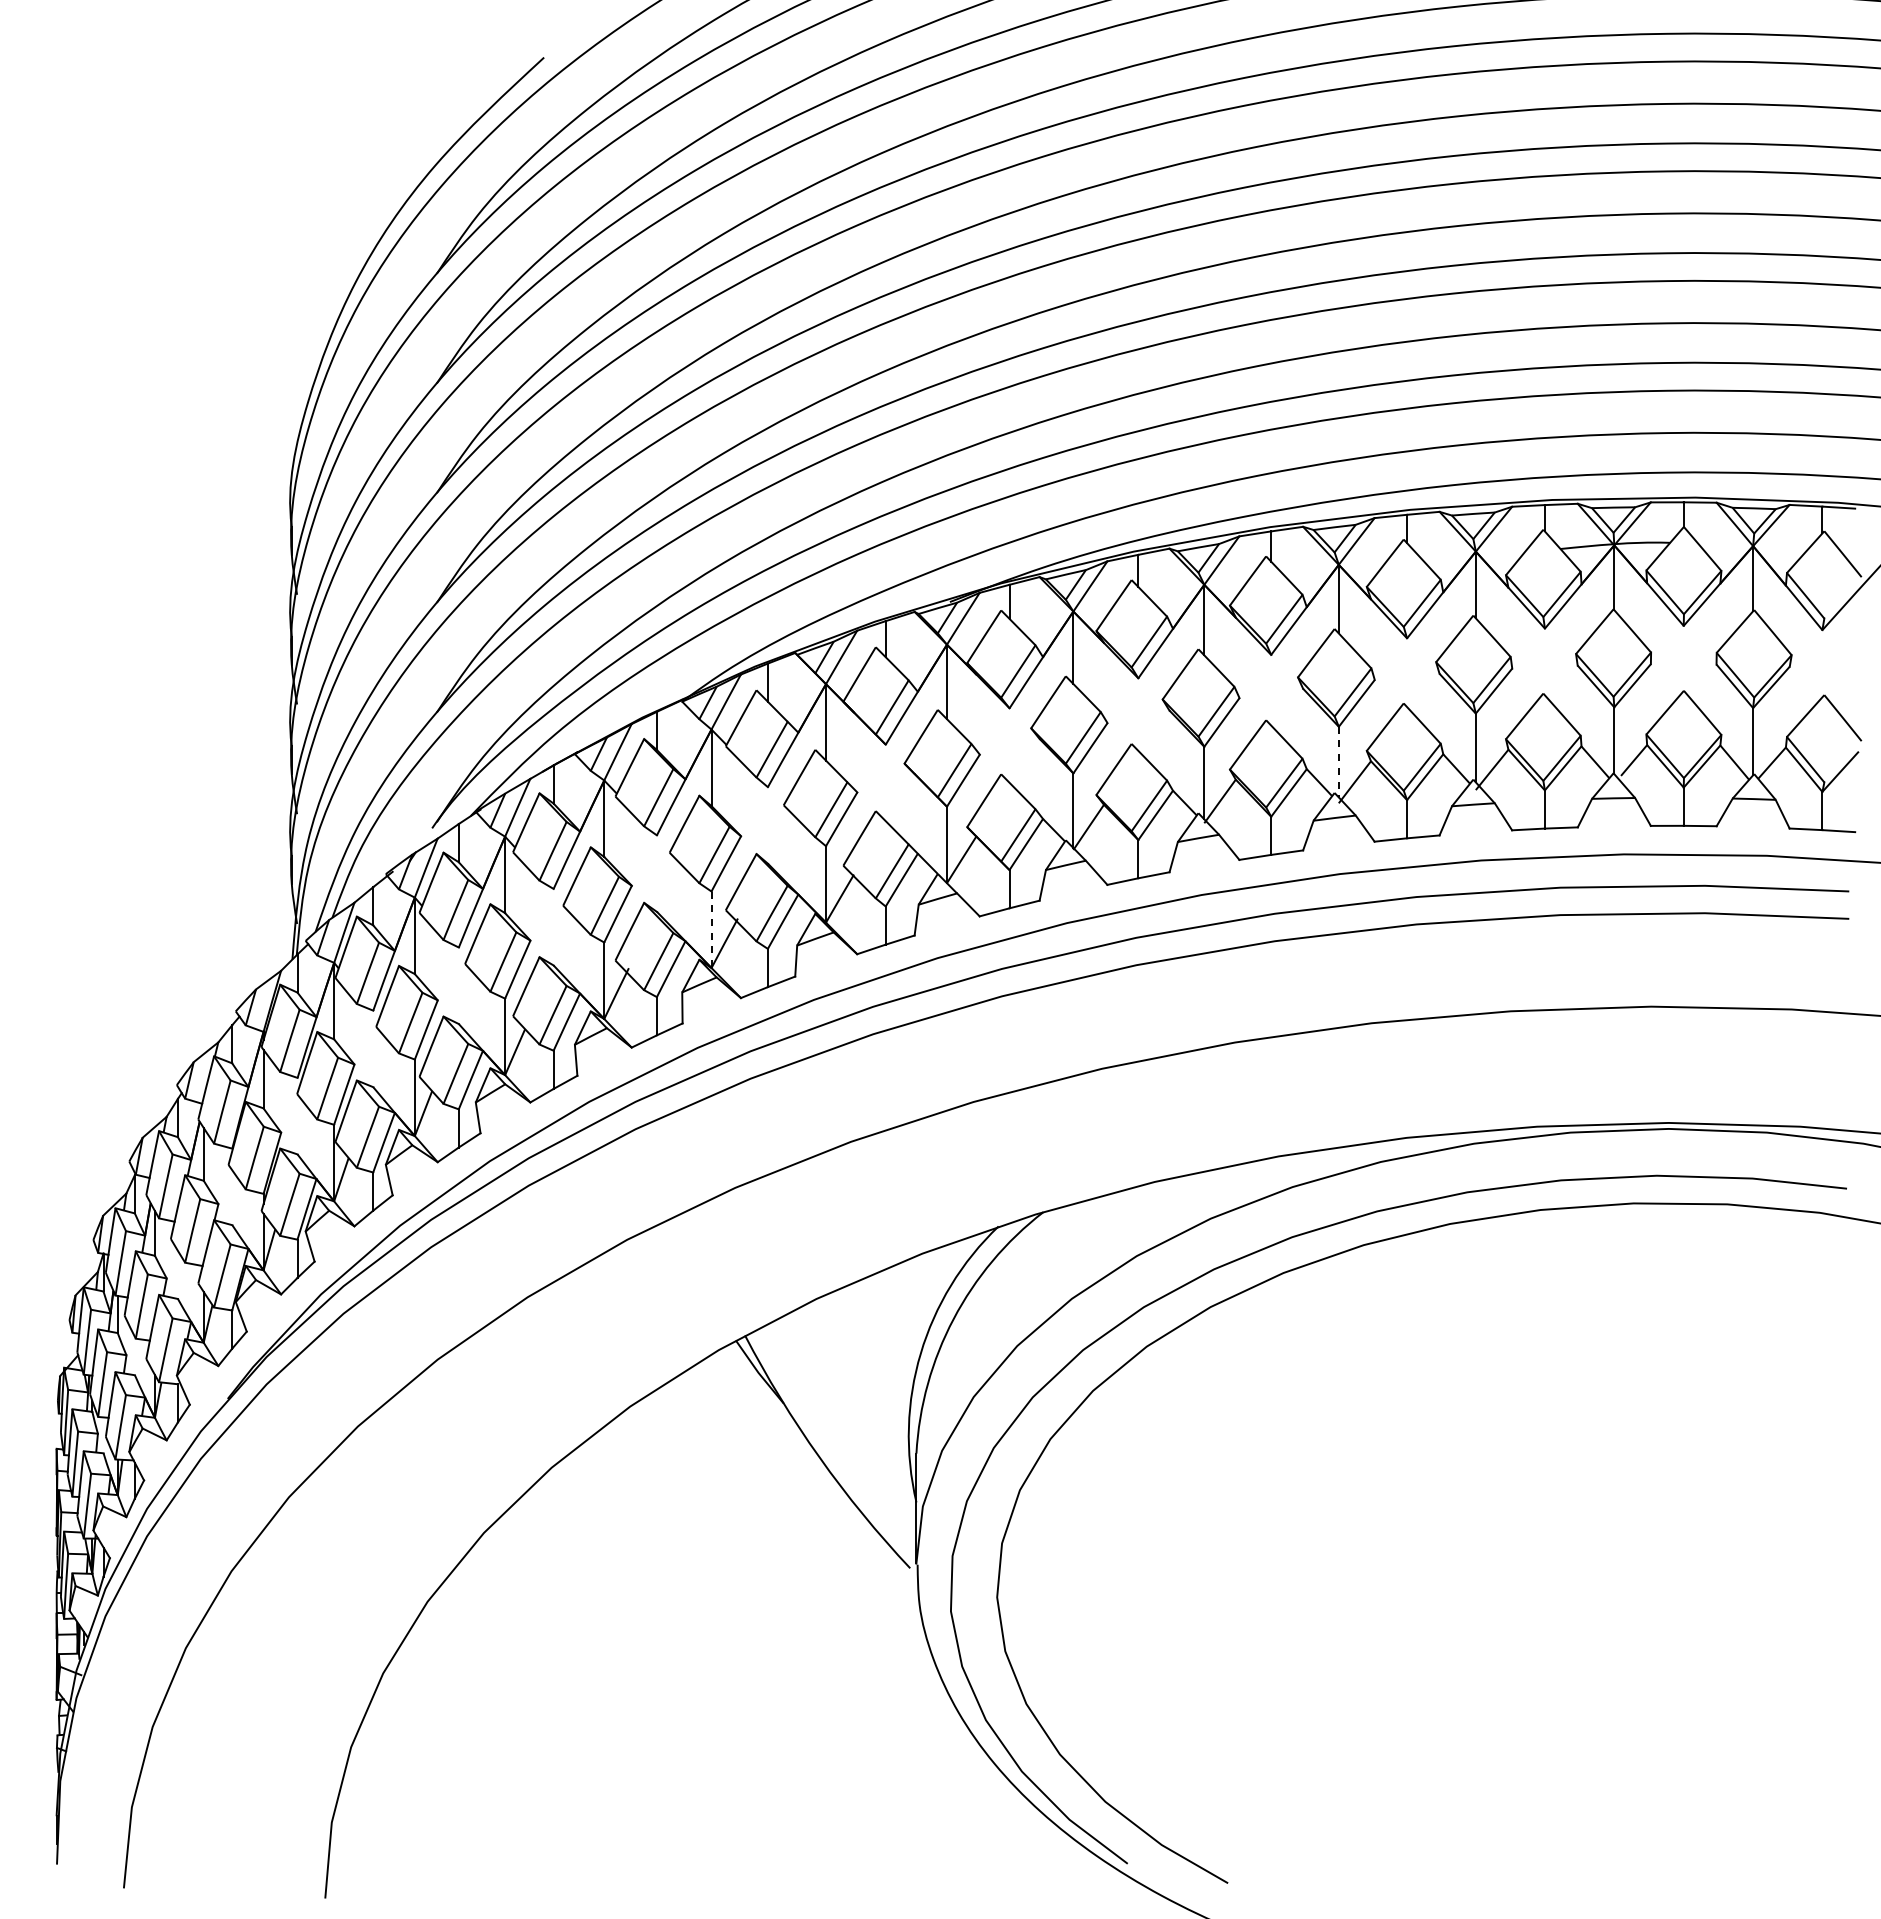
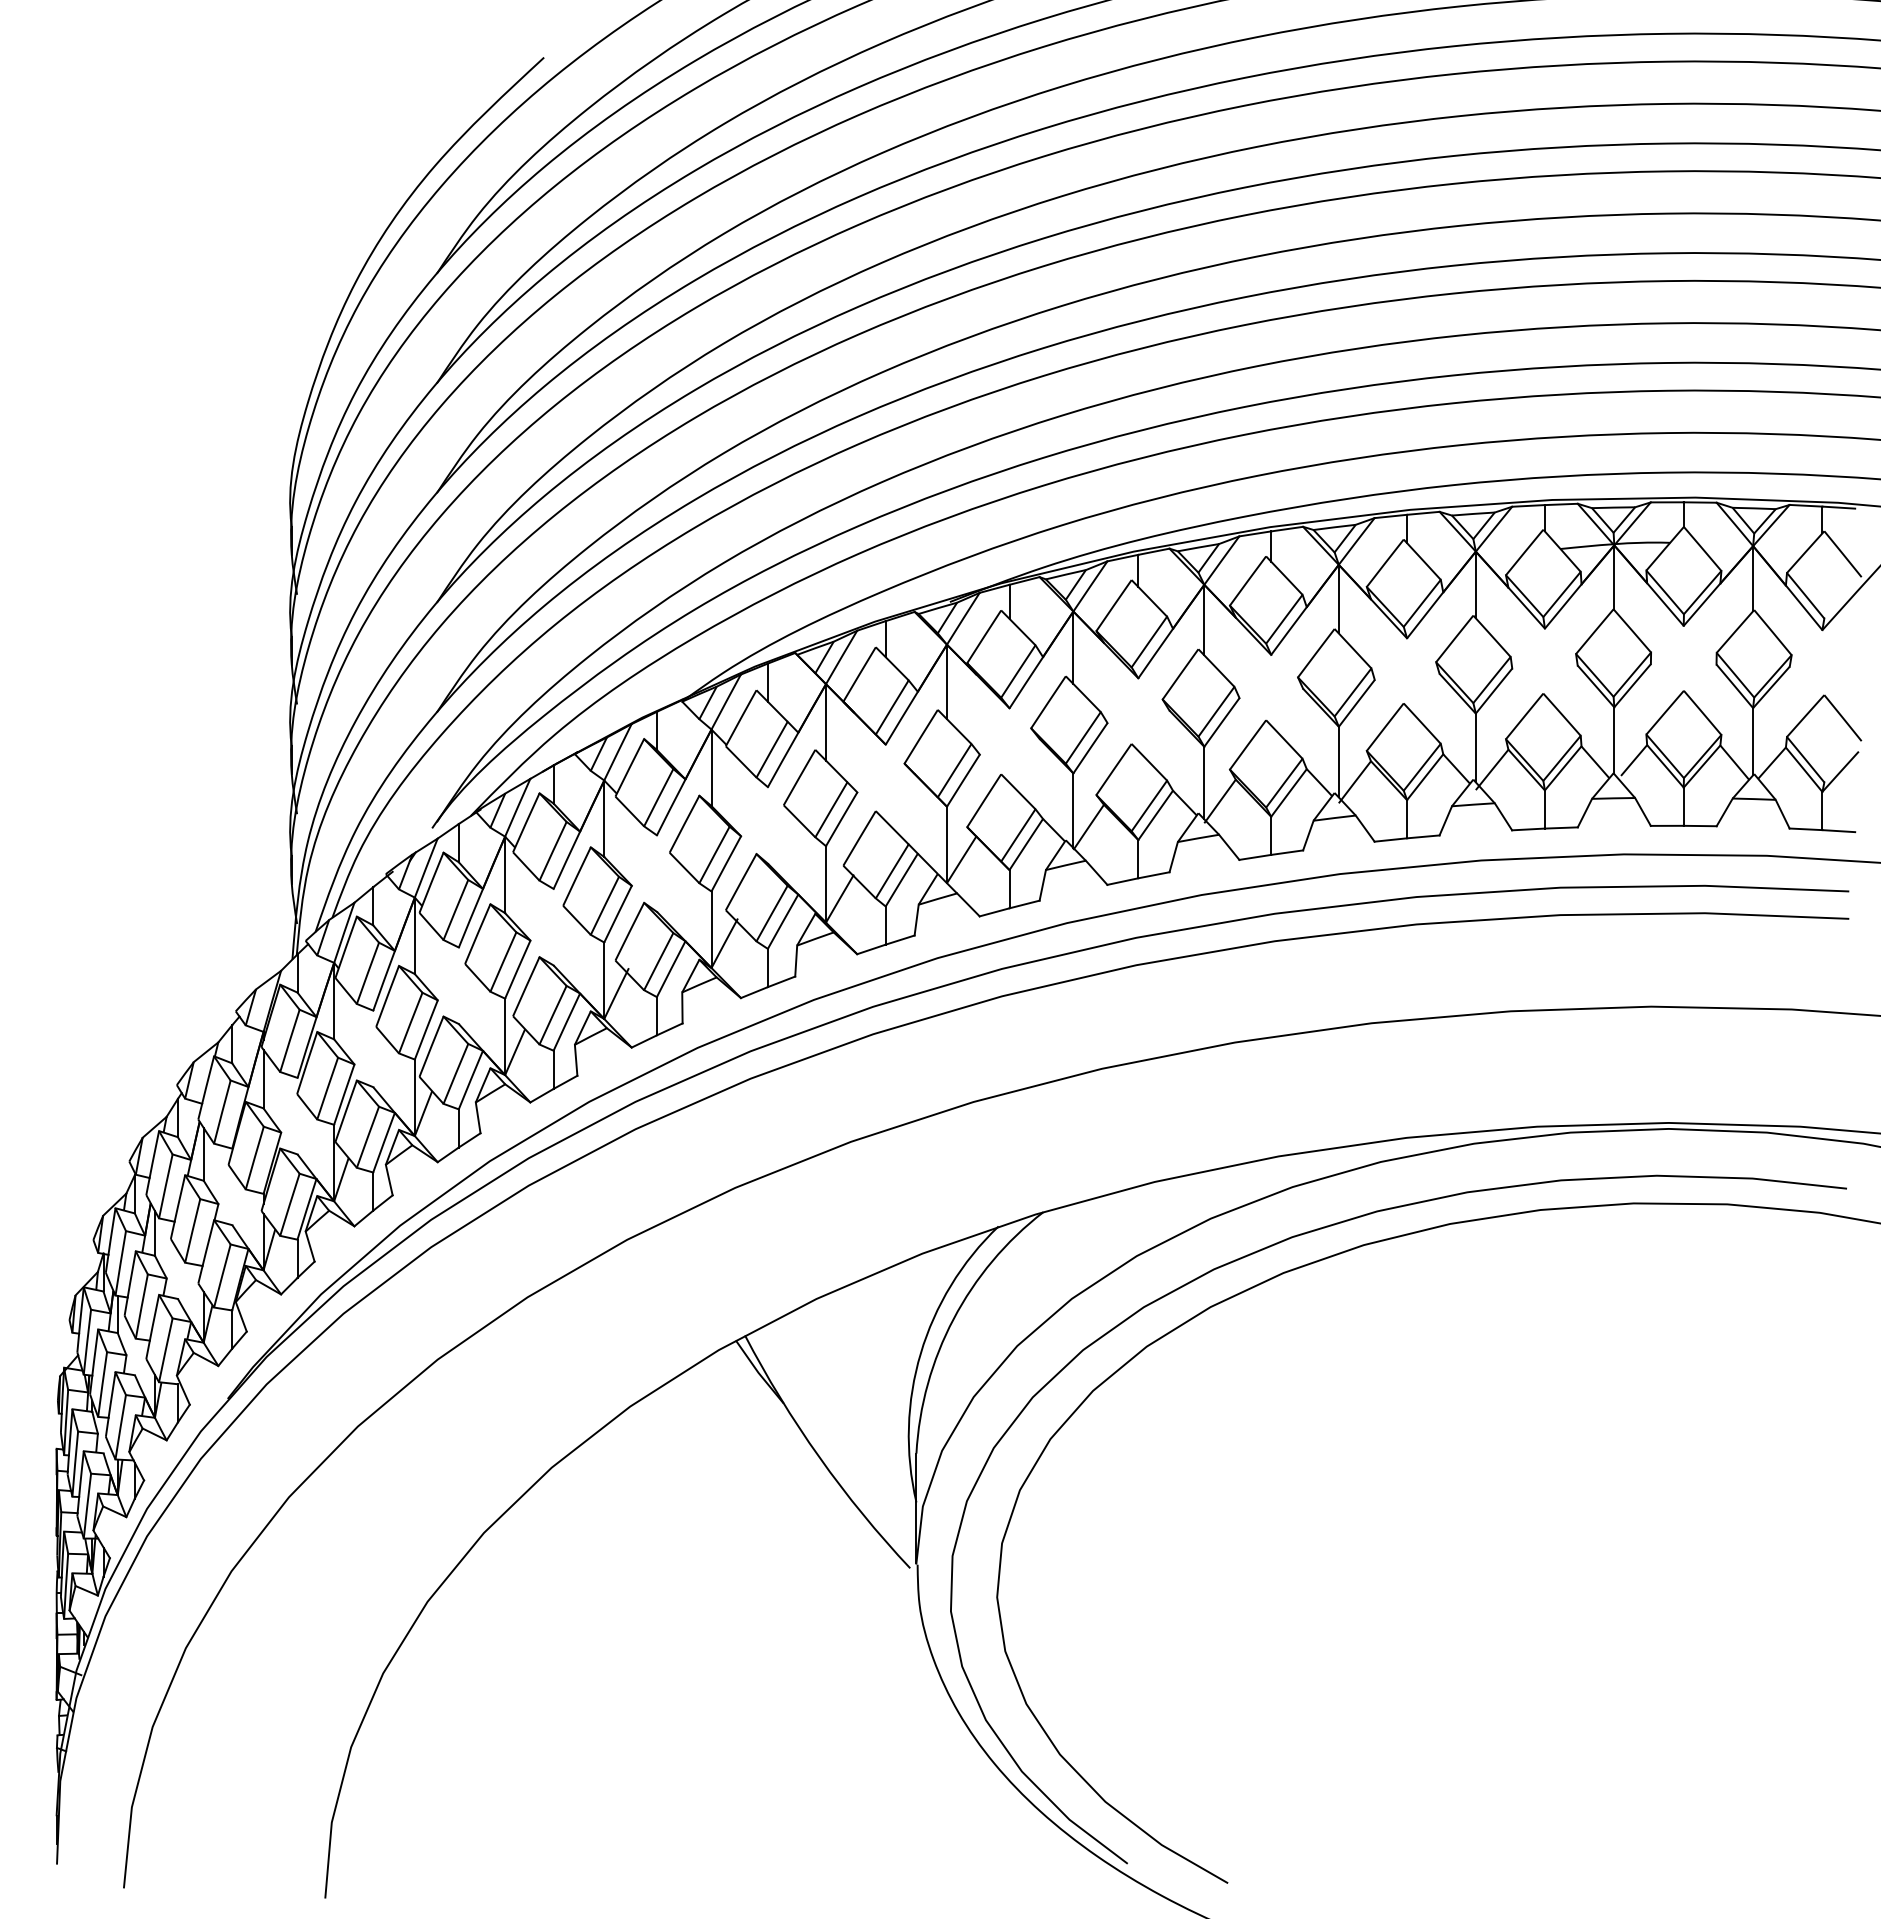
line at (1338, 762): dashed -> solid
line at (711, 930): dashed -> solid
